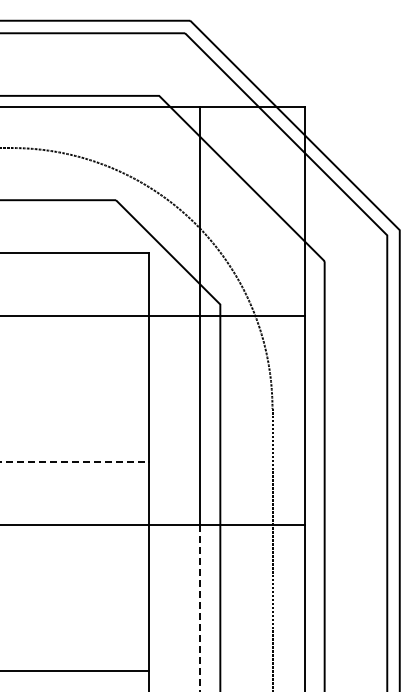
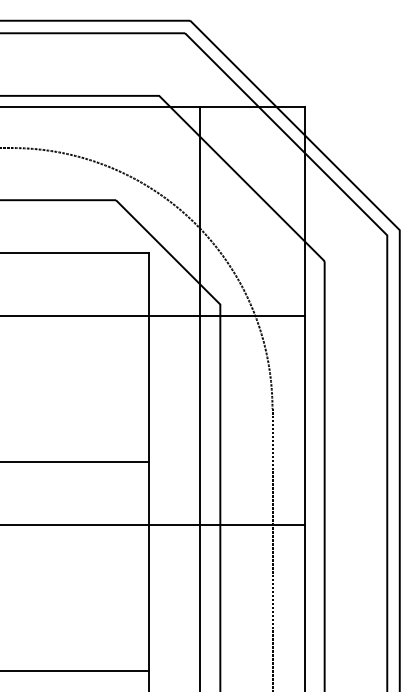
line at (75, 462): dashed -> solid
line at (200, 608): dashed -> solid
